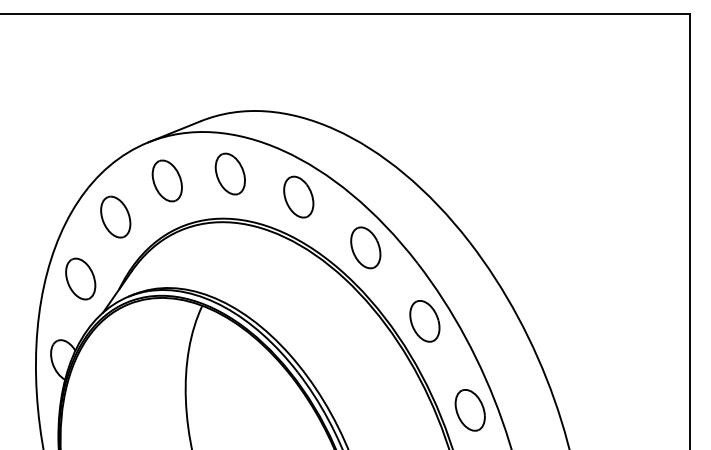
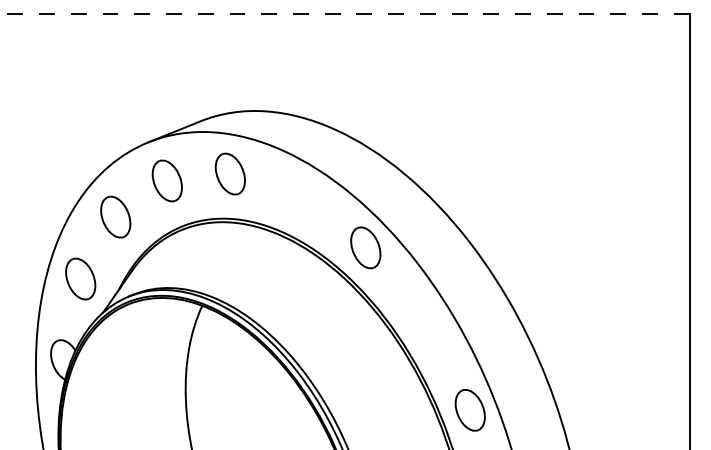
line at (344, 13): solid -> dashed
part at (298, 196): present -> none
part at (424, 321): present -> none
